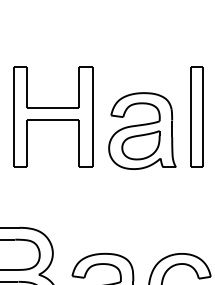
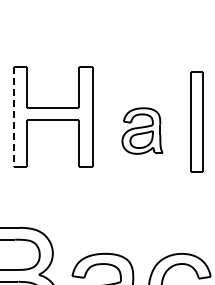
part at (196, 116) position: (196, 116) -> (196, 121)
line at (14, 117): solid -> dashed
part at (142, 130) size: 69x78 px -> 43x48 px
